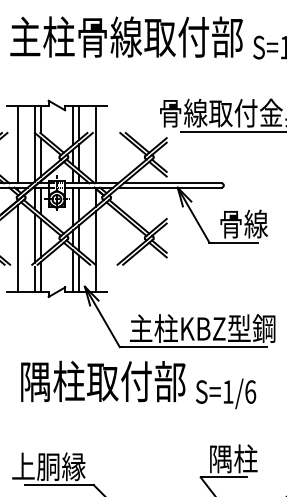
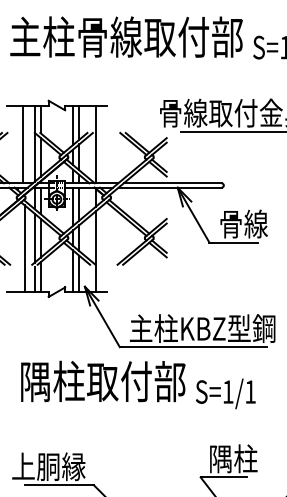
line at (17, 144) position: (17, 144) -> (22, 144)
line at (17, 248) position: (17, 248) -> (24, 248)
text at (250, 391): S=1/6 -> S=1/1
